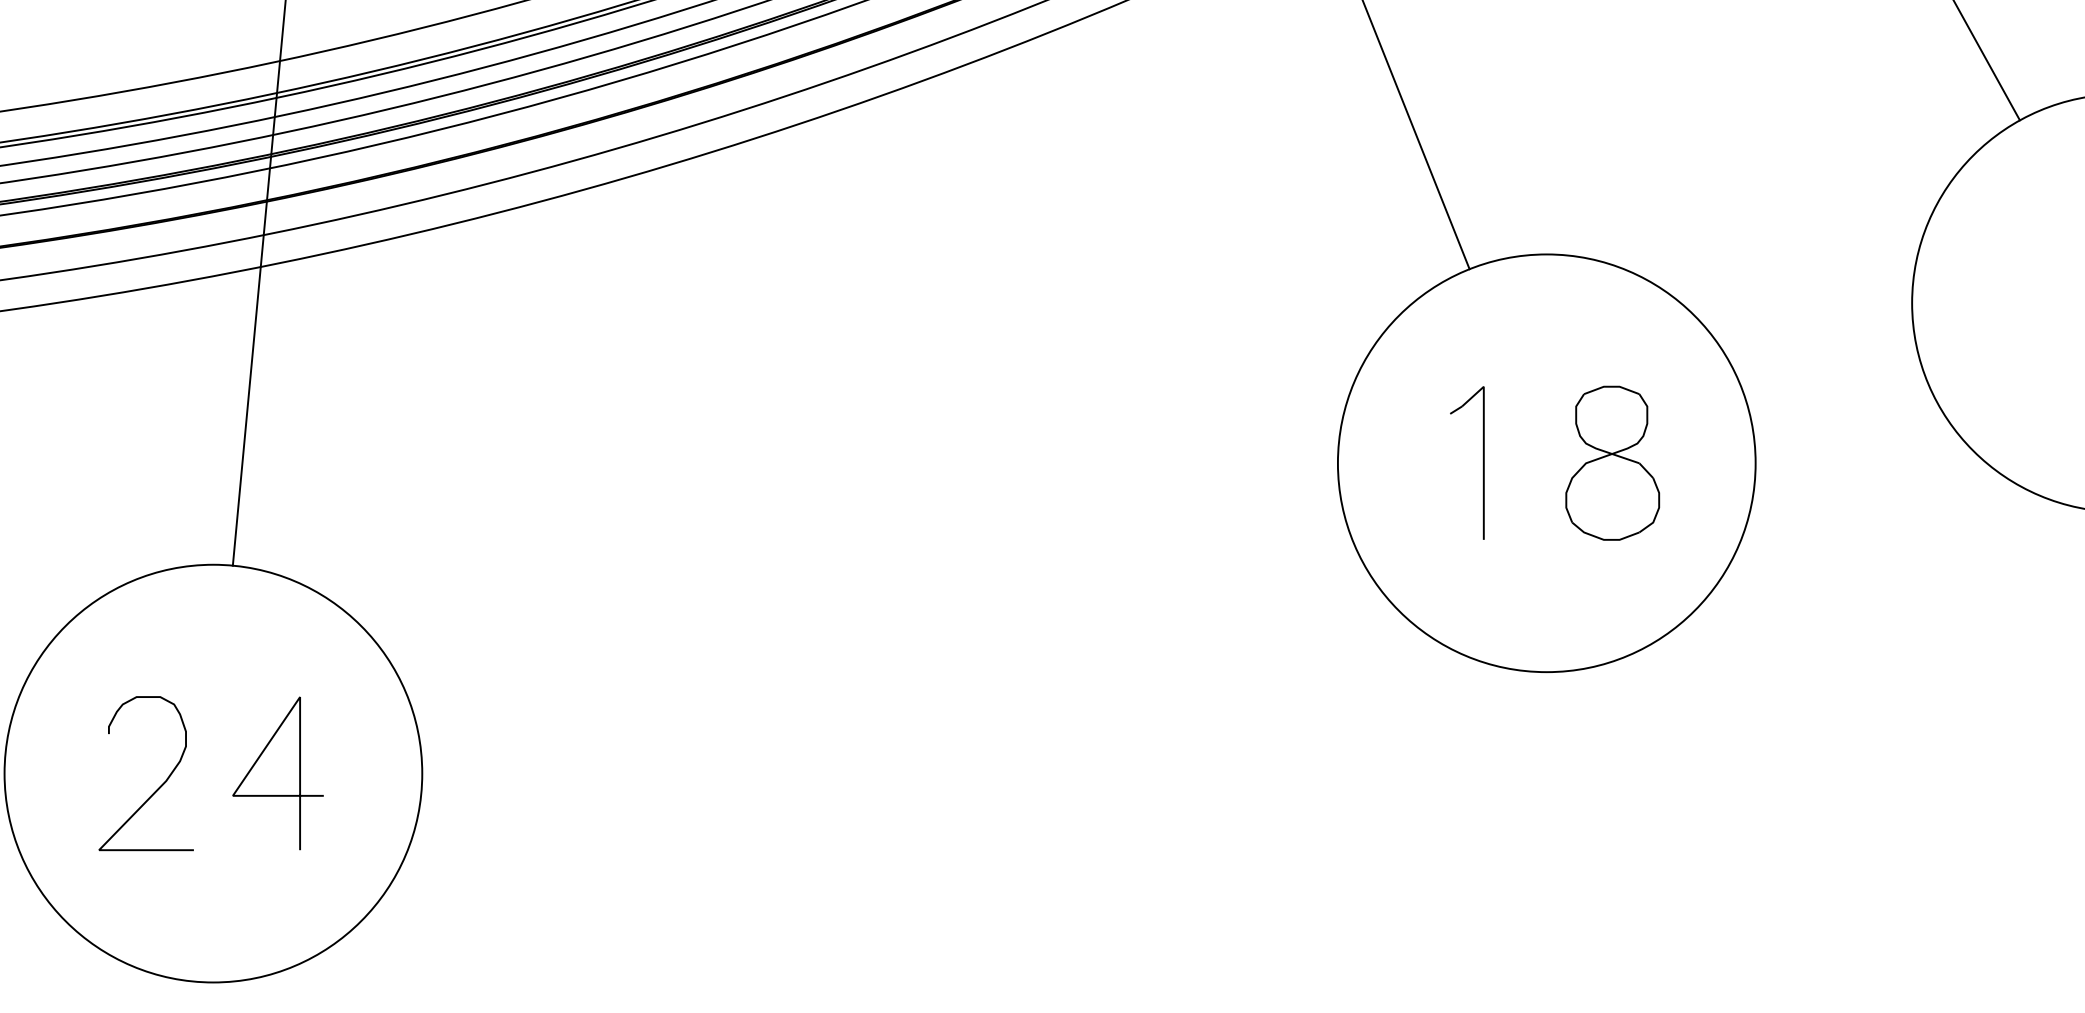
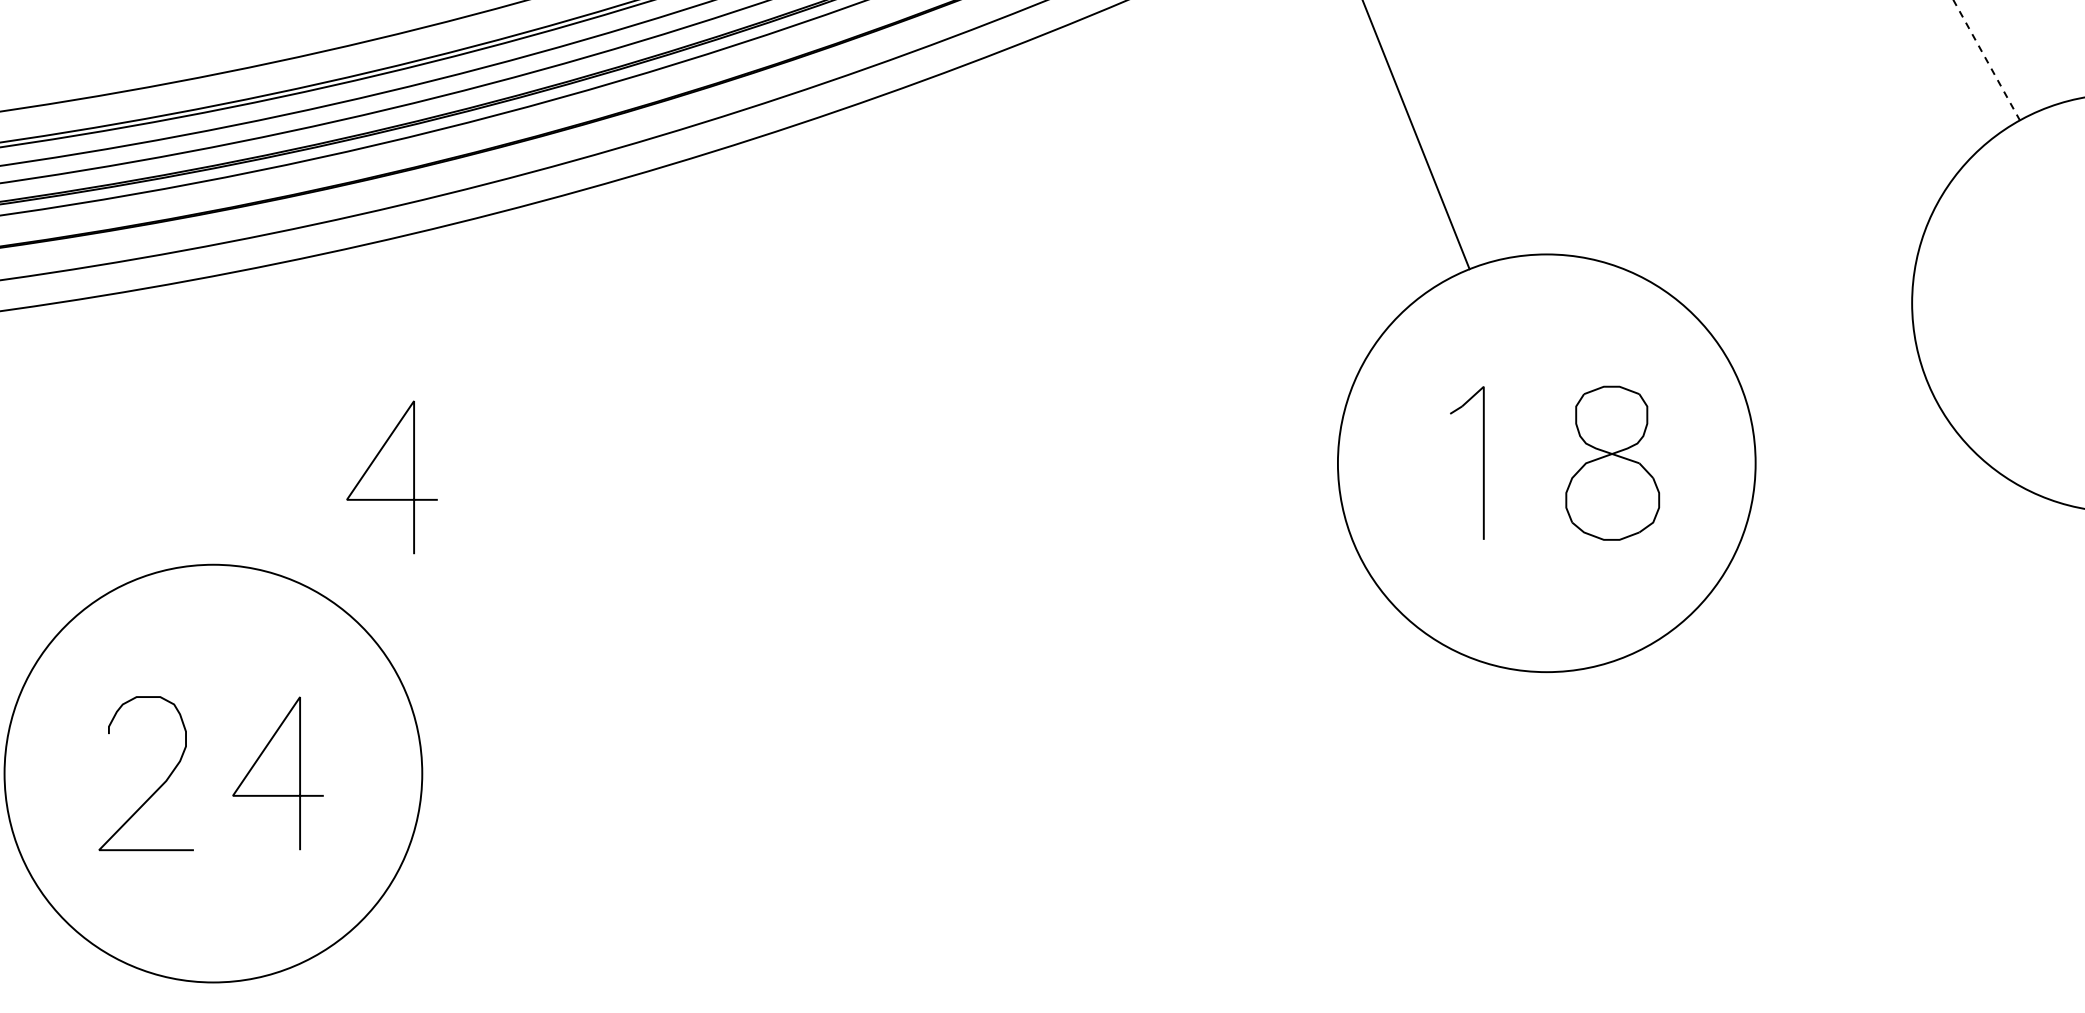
line at (1987, 60): solid -> dashed
line at (258, 283): present -> none
line at (413, 477): none -> present
